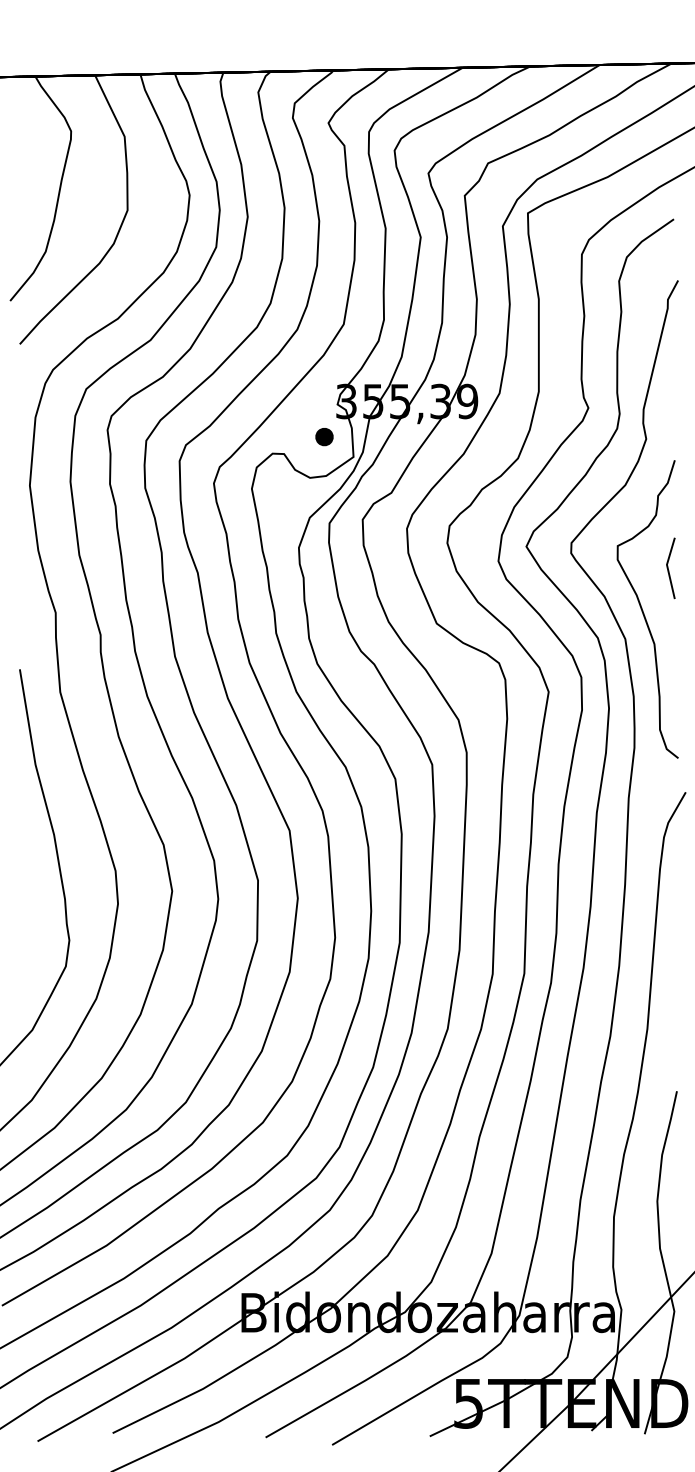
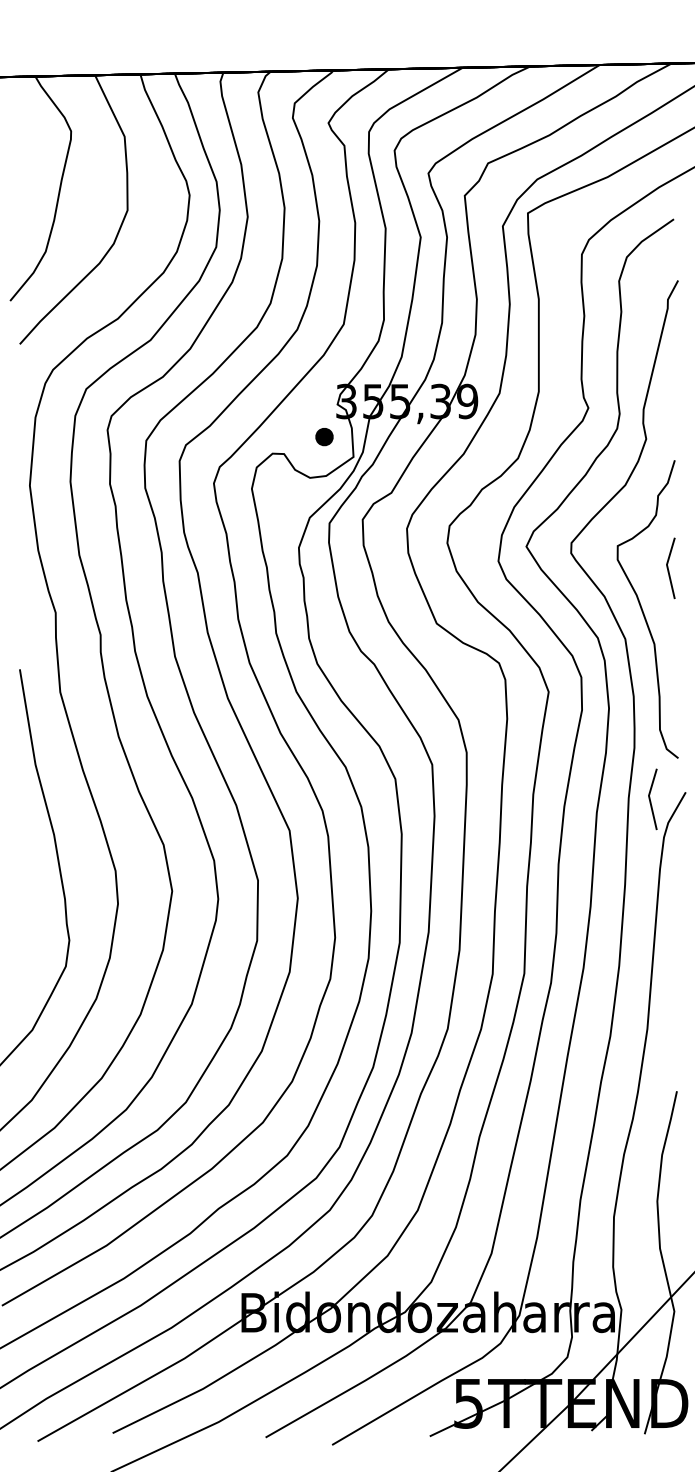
line at (650, 799): none -> present
